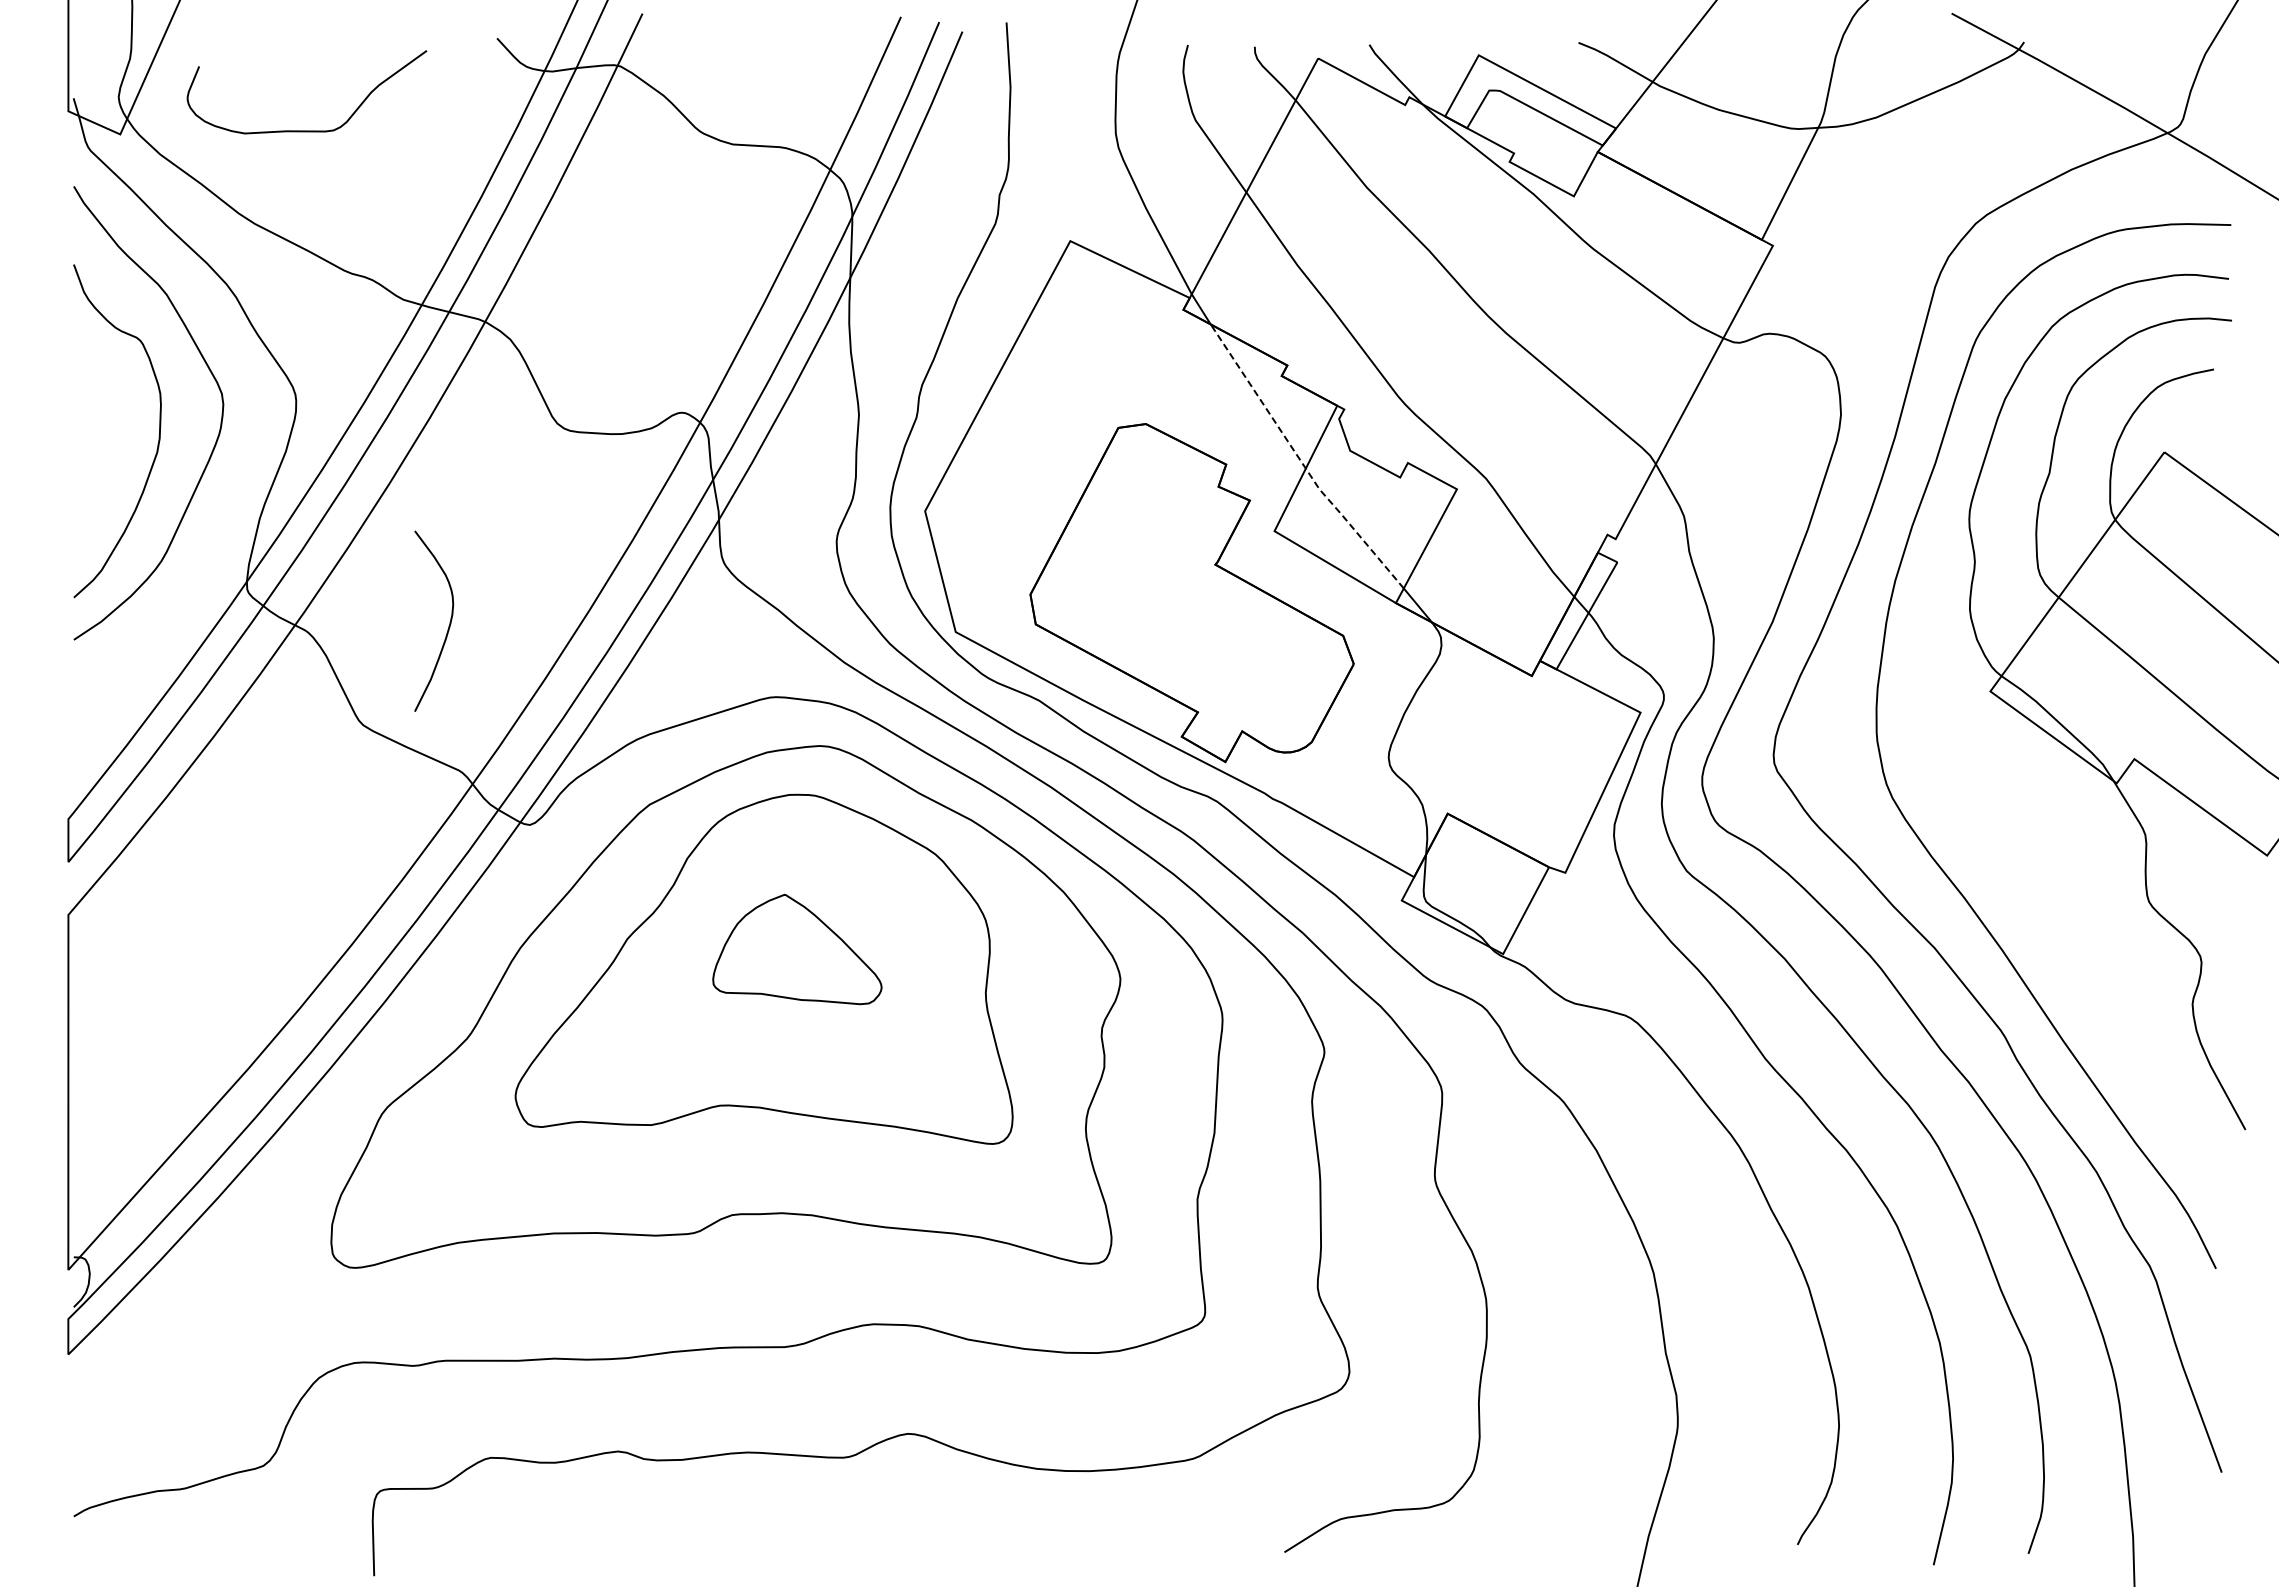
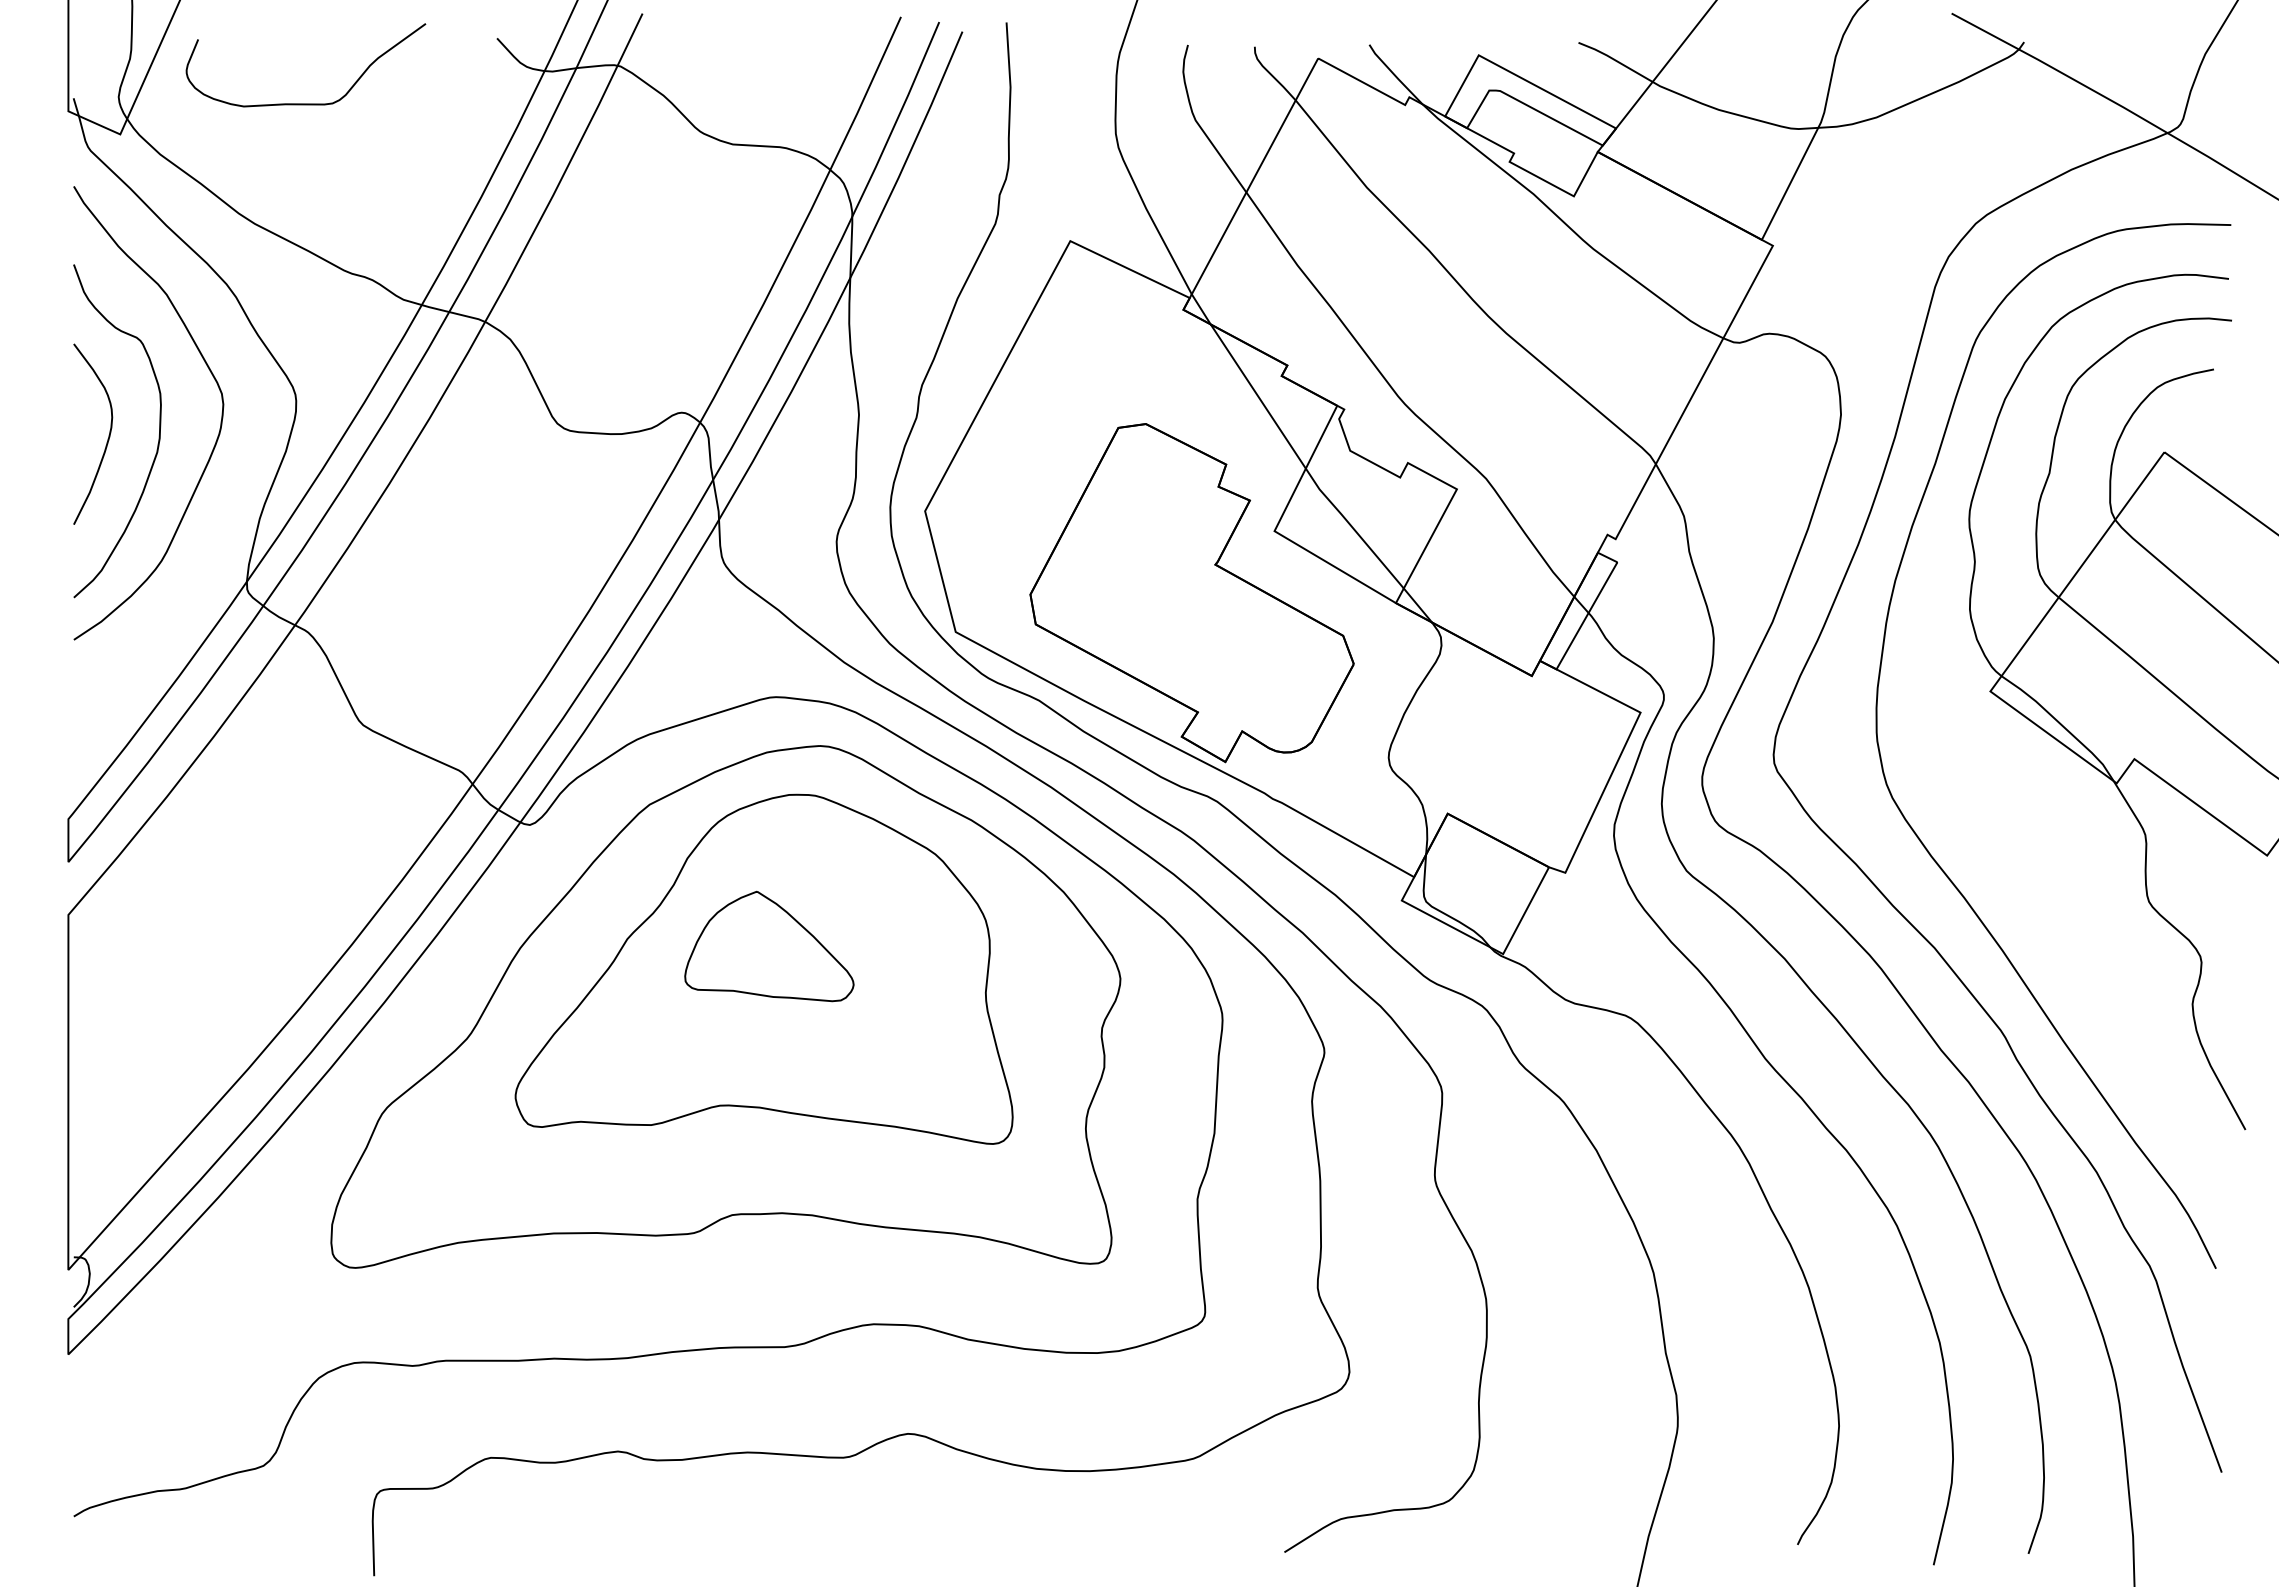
curve at (306, 130) position: (306, 130) -> (305, 103)
line at (1301, 461): dashed -> solid
curve at (448, 625) position: (448, 625) -> (107, 438)
part at (797, 949) position: (797, 949) -> (769, 946)
